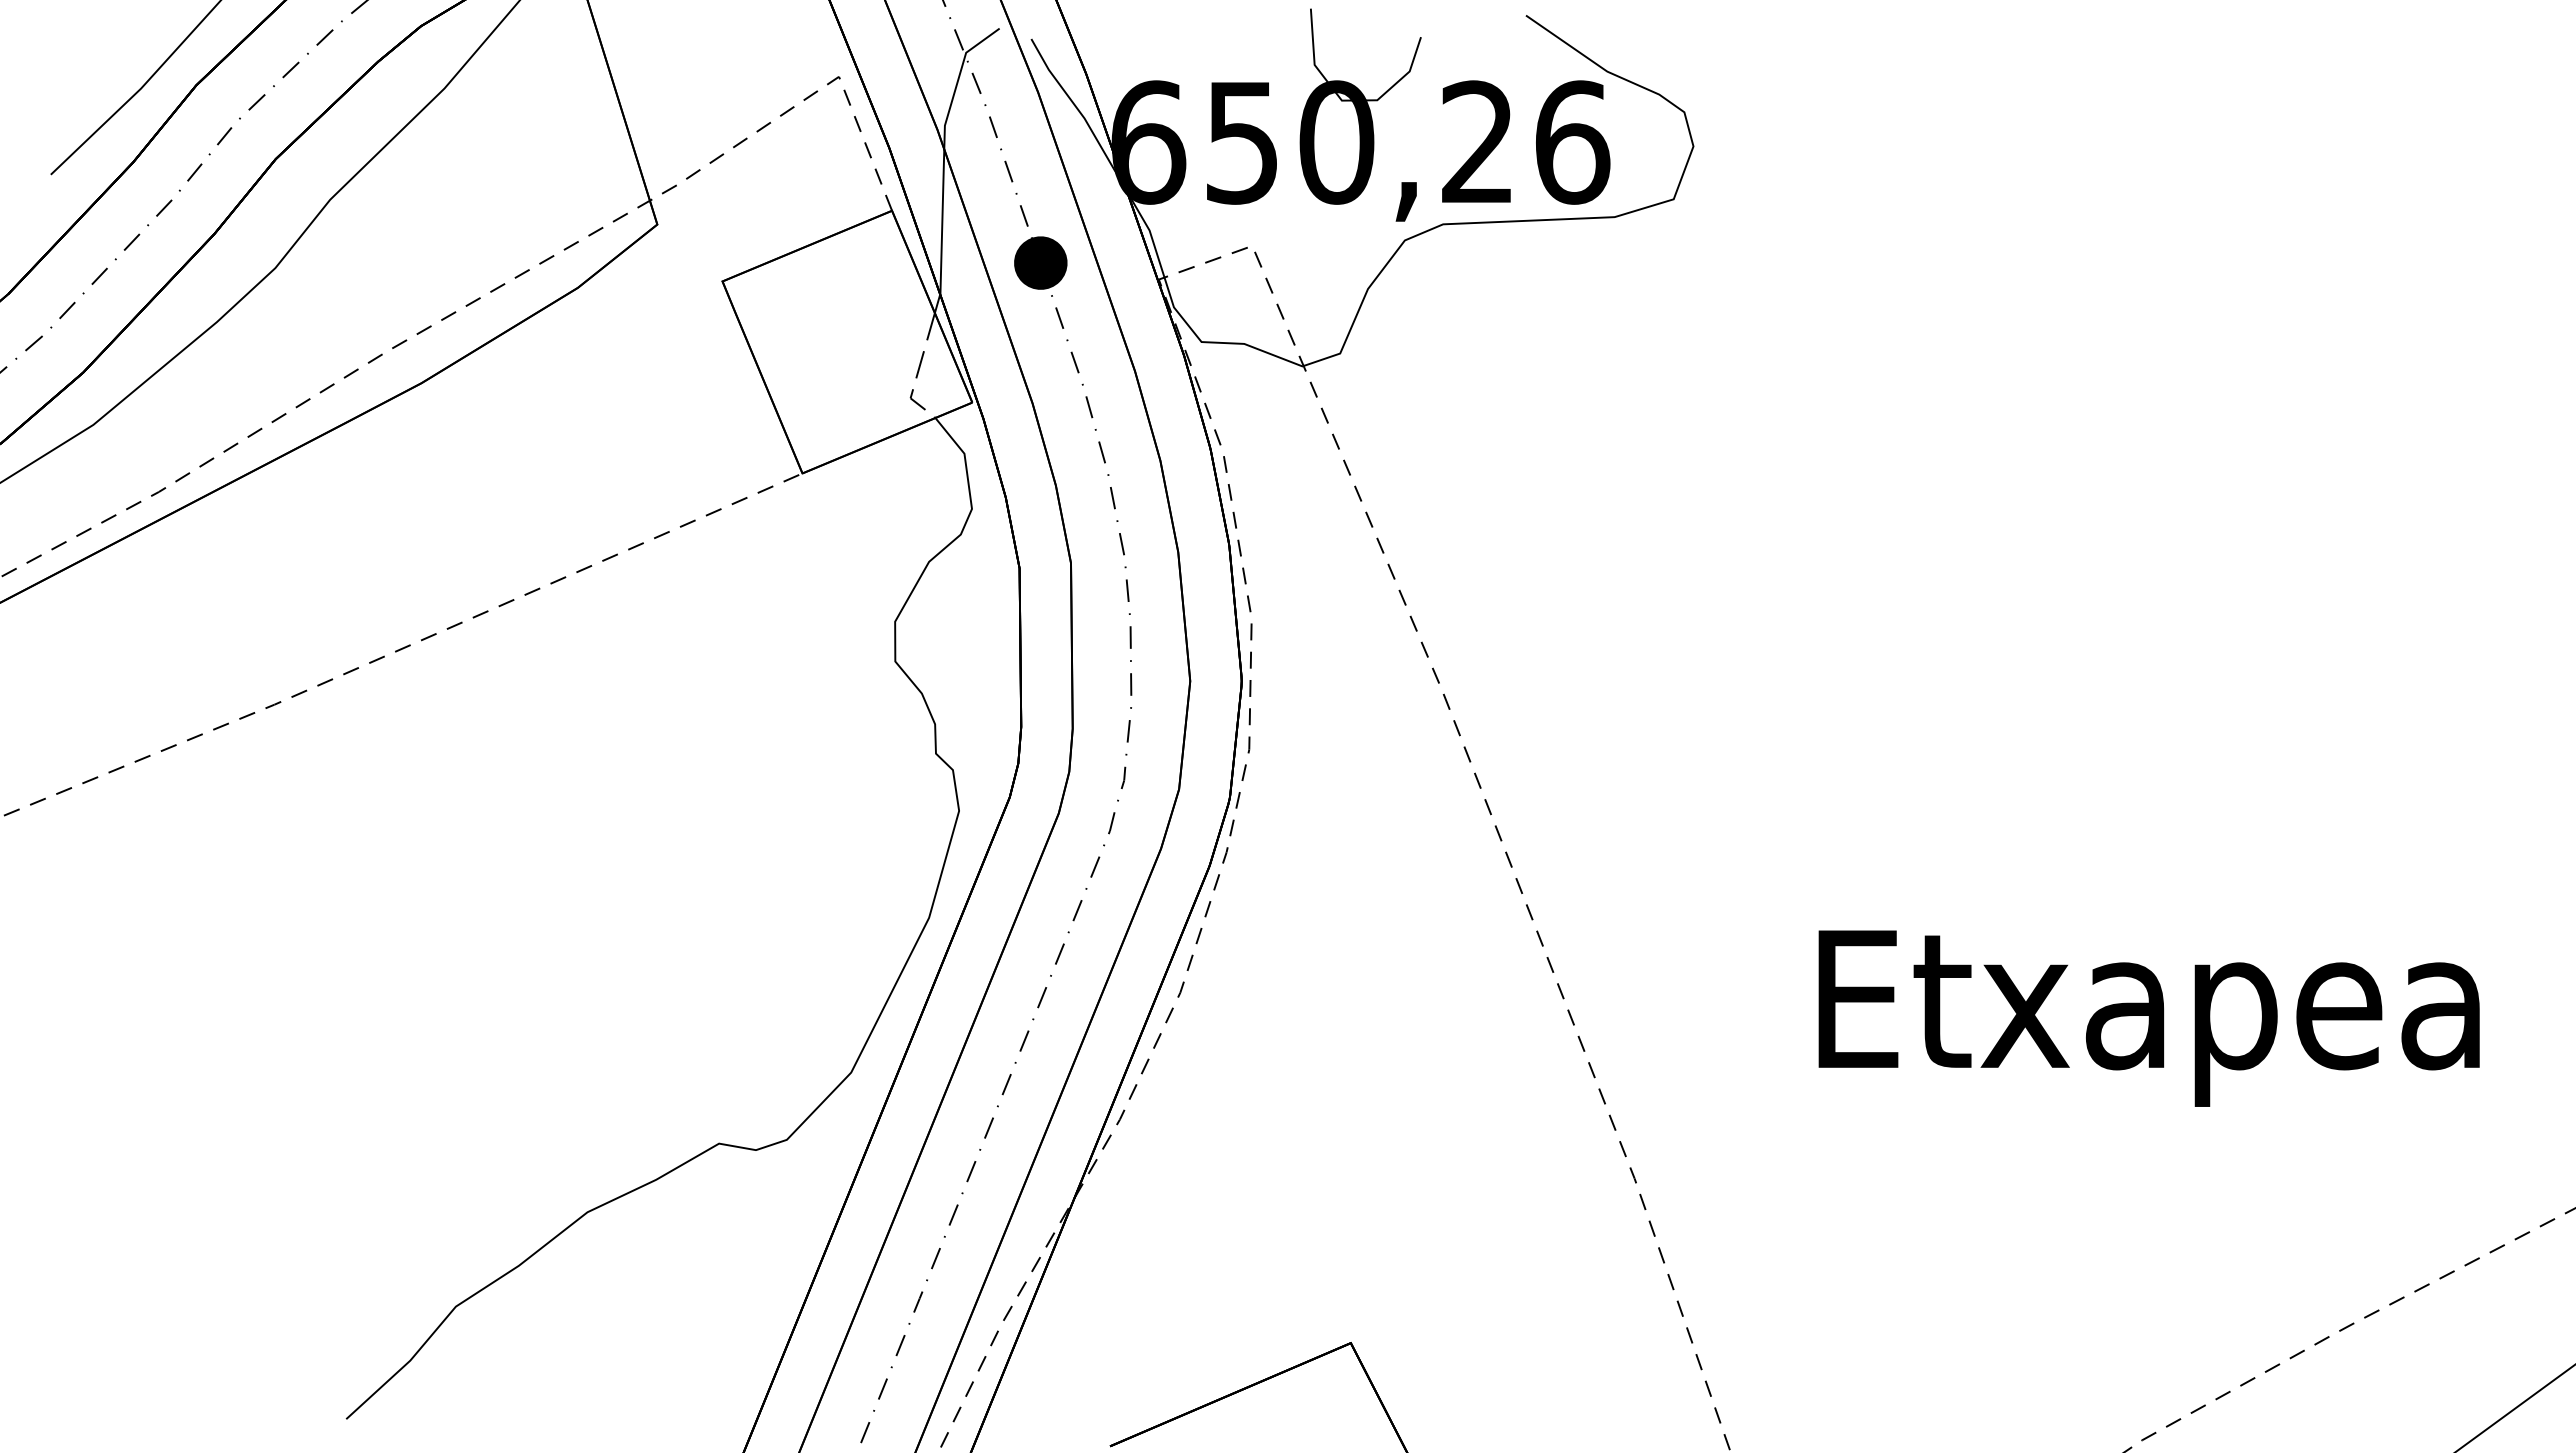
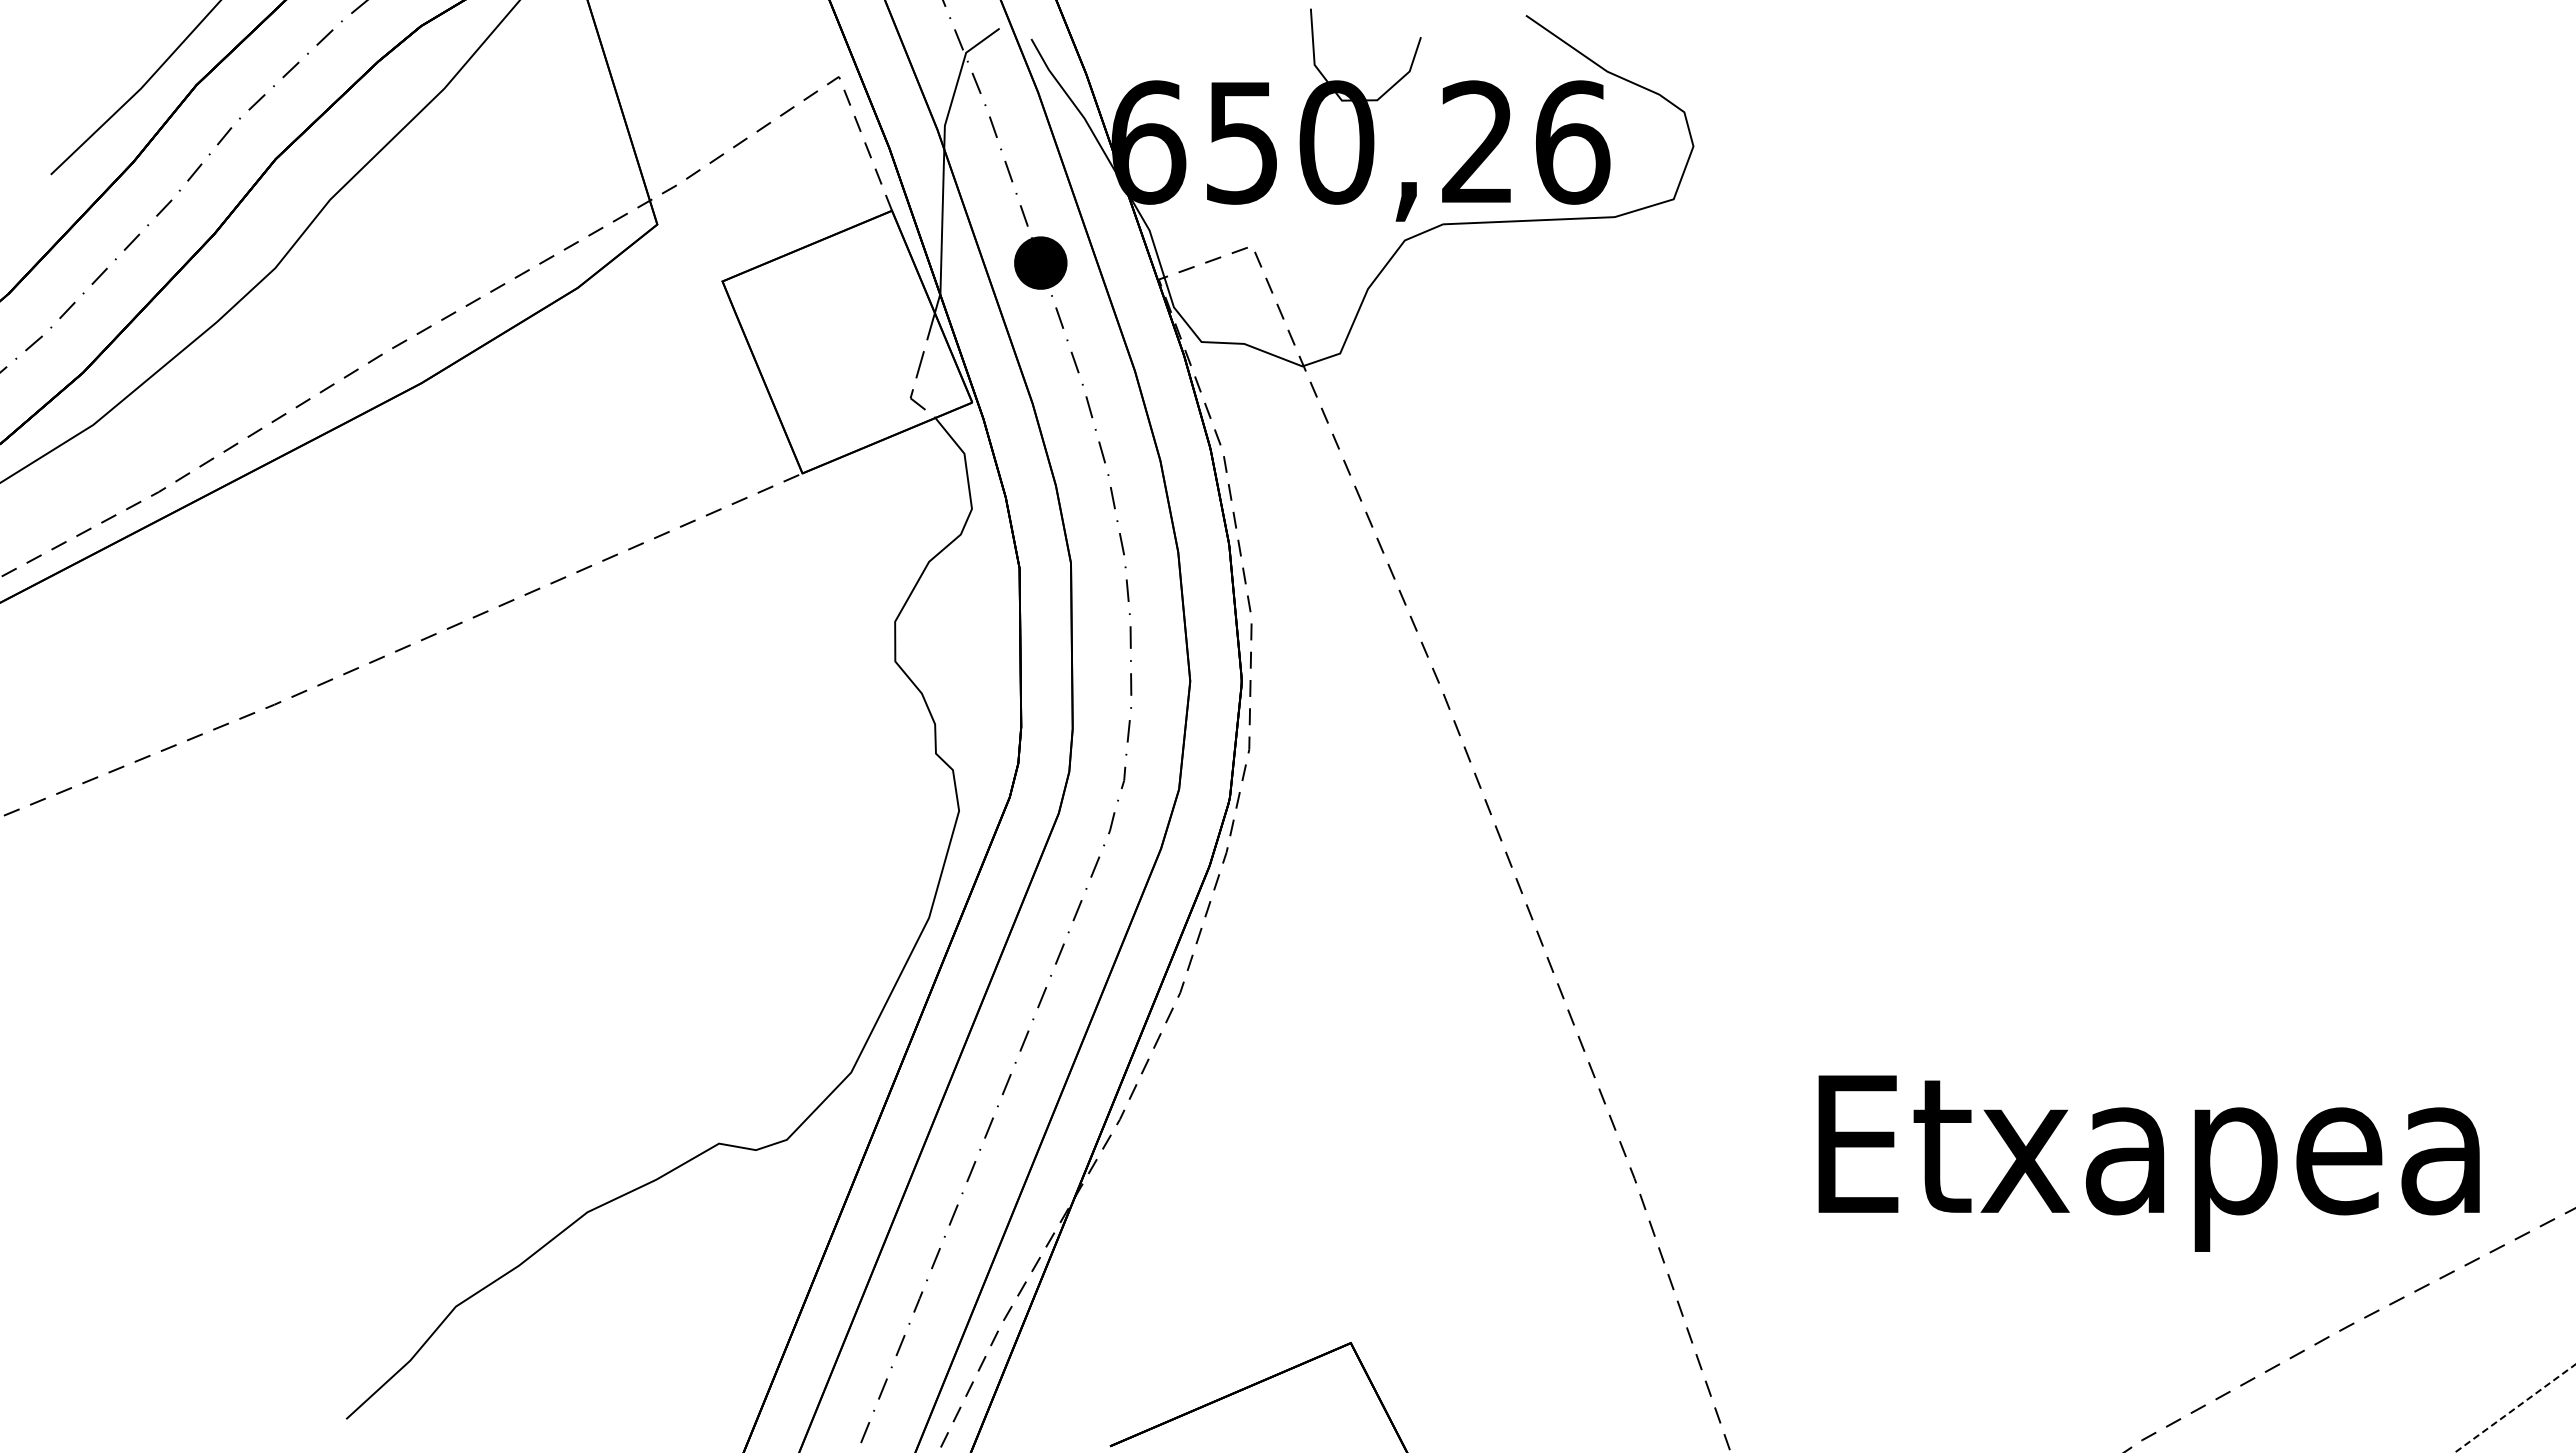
text at (2148, 1018) position: (2148, 1018) -> (2148, 1163)
line at (2514, 1408): solid -> dashed
